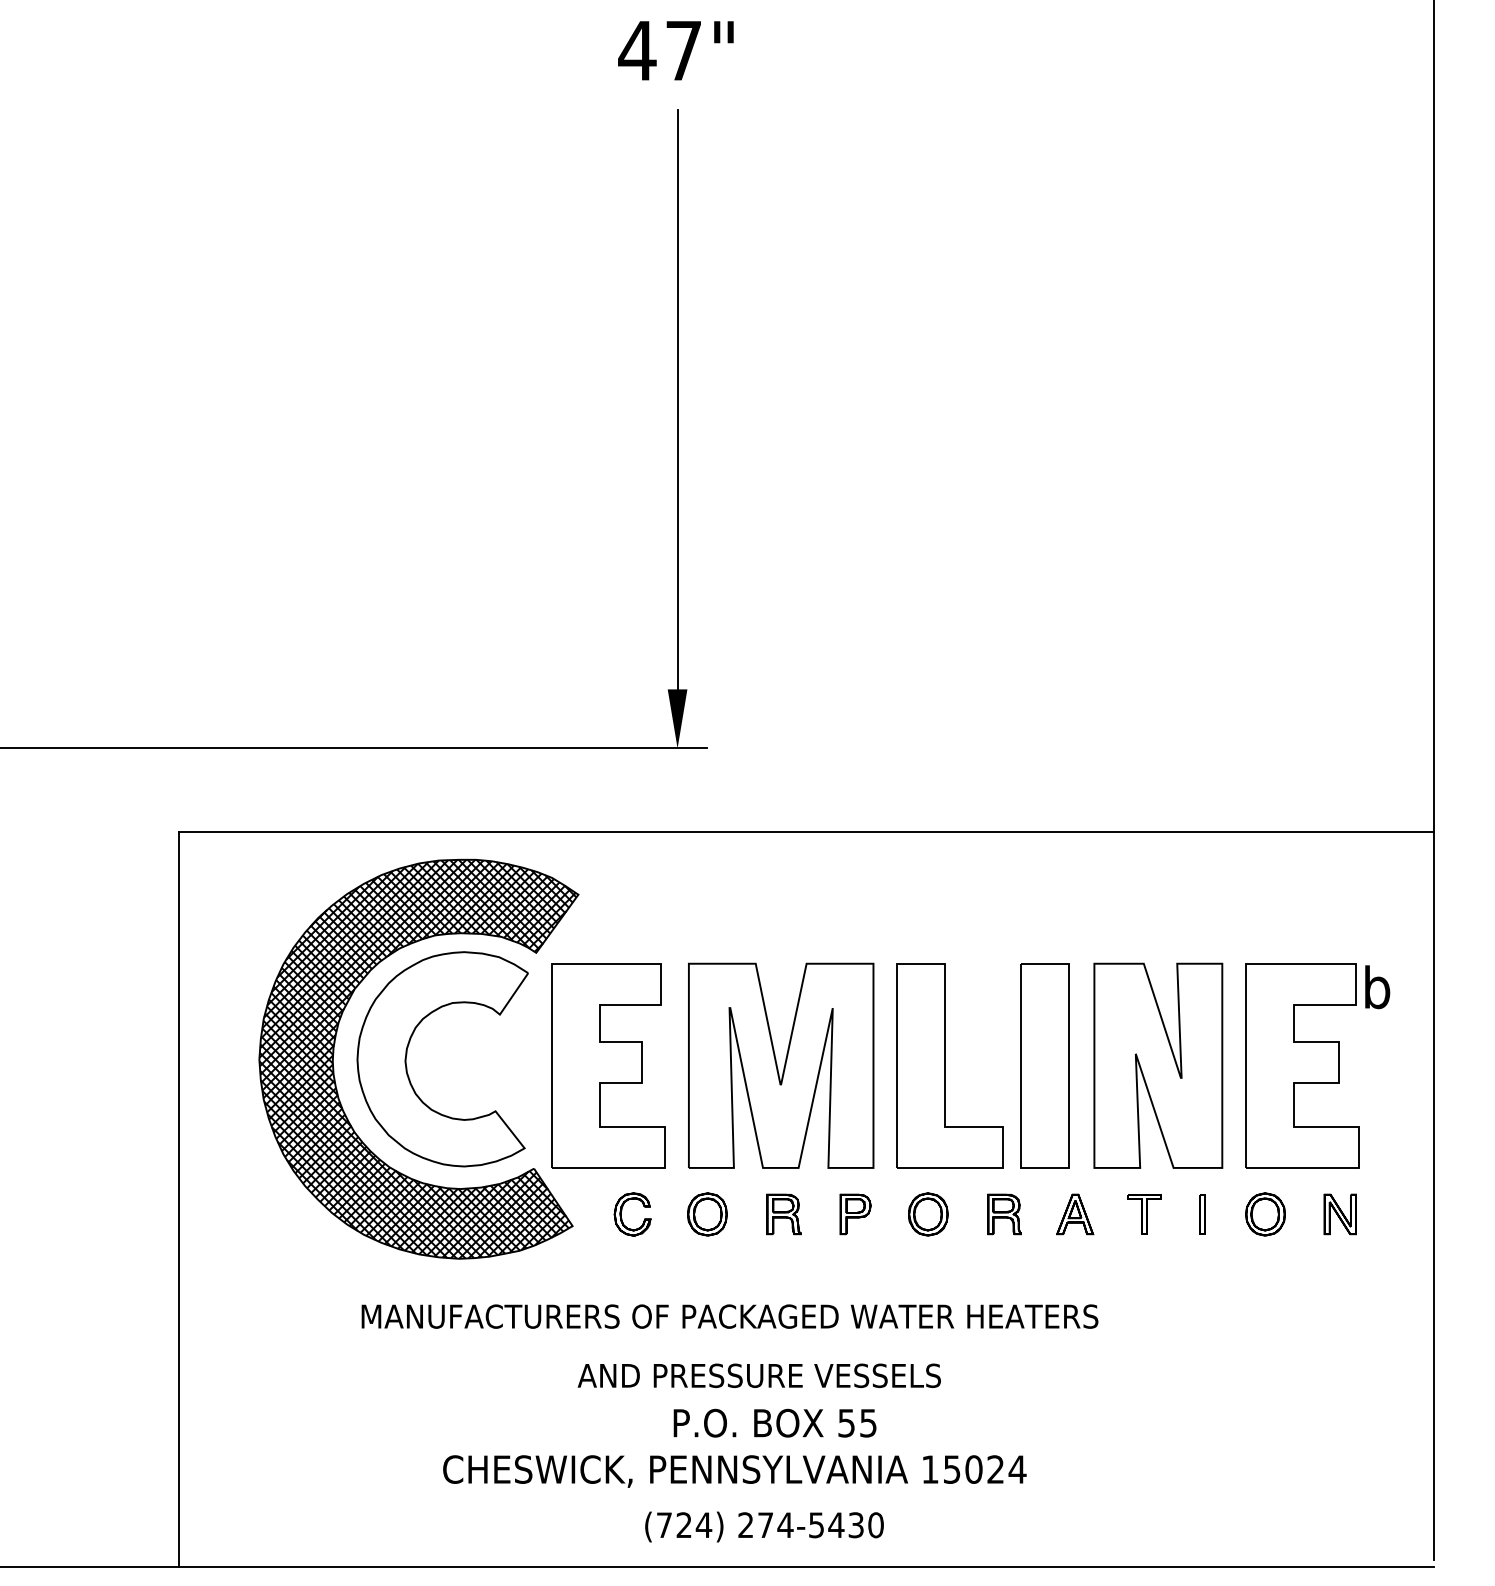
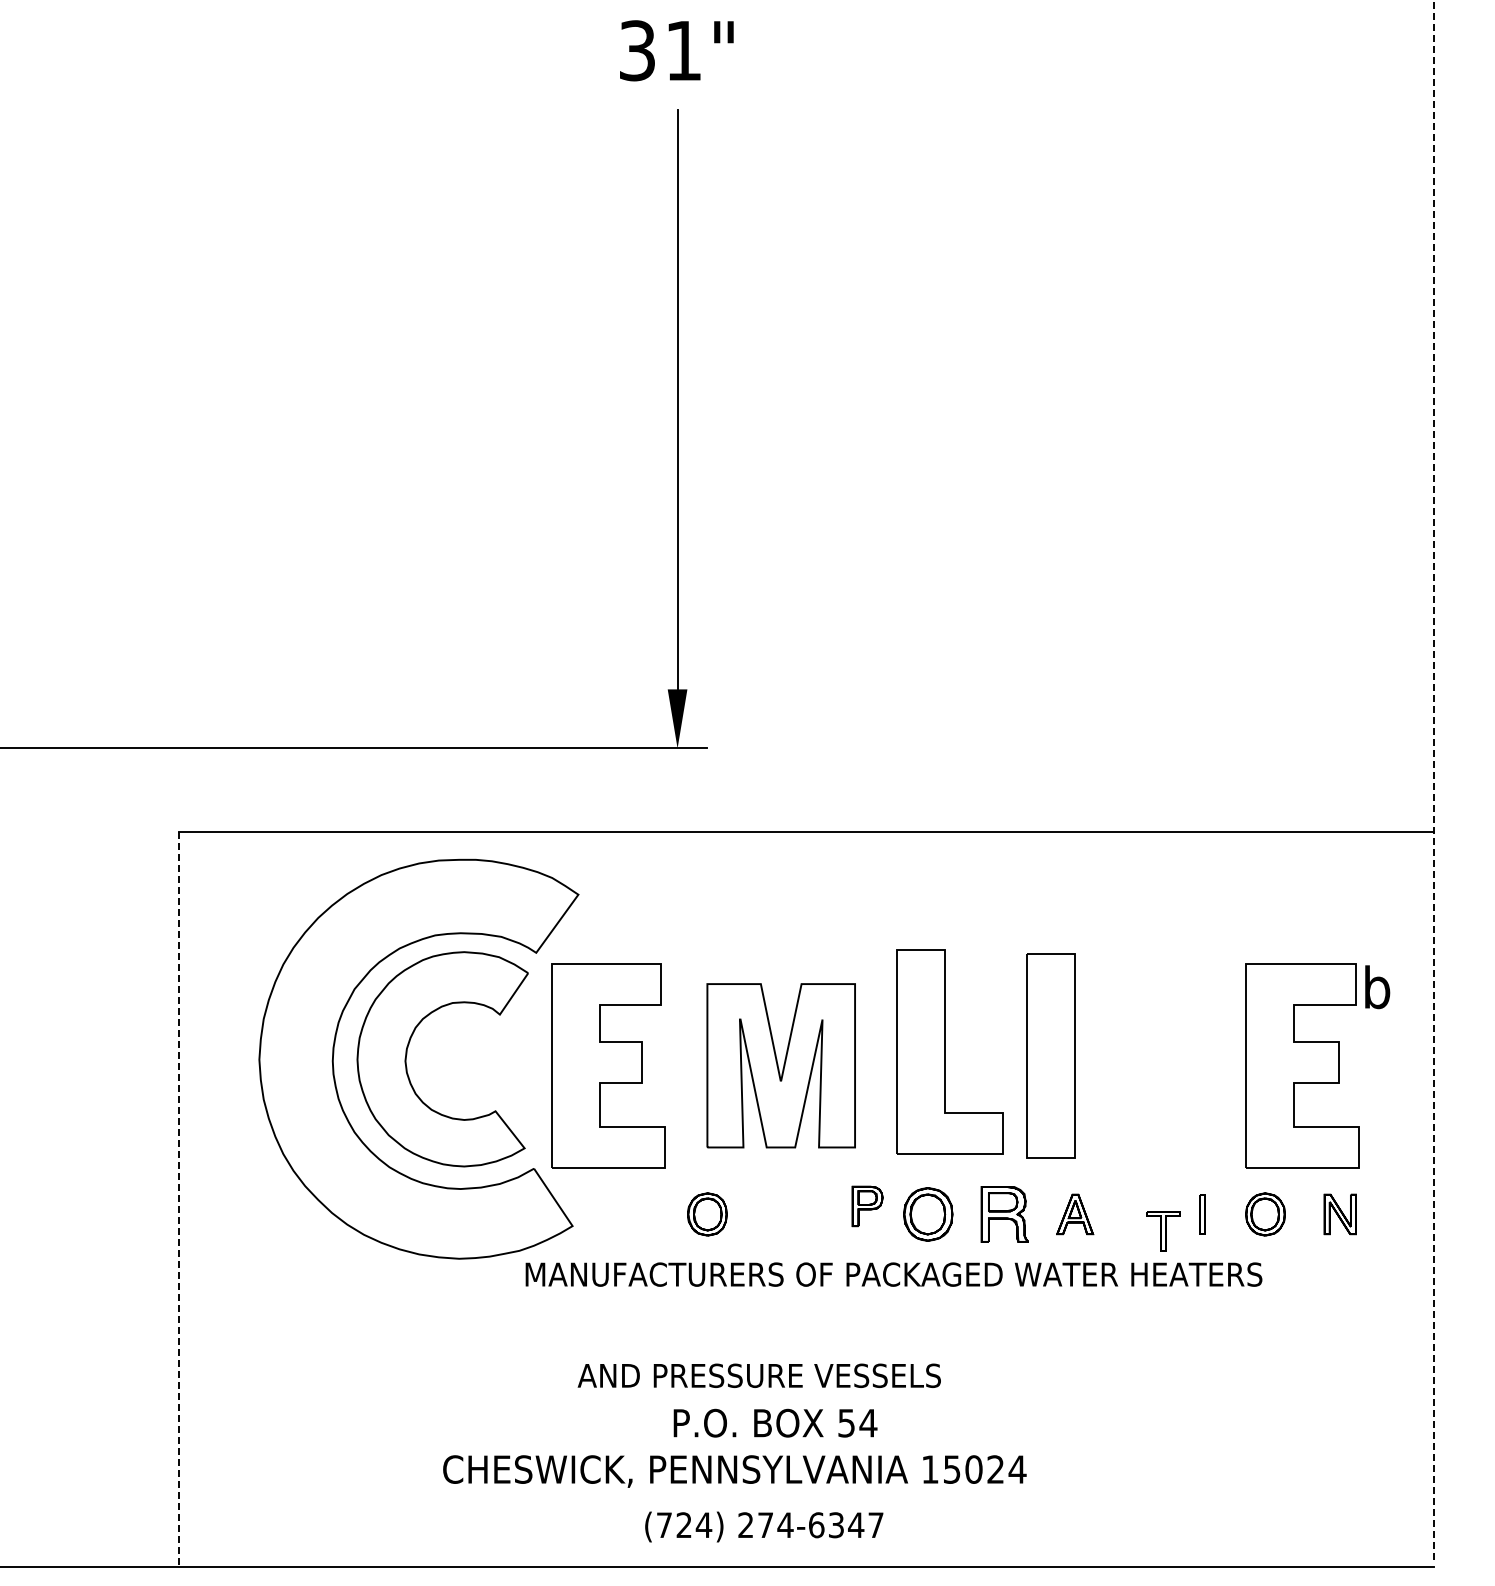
text at (659, 50): 47" -> 31"
line at (1433, 779): solid -> dashed
hatch at (417, 1058): present -> none
part at (781, 1065) size: 187x207 px -> 150x166 px
part at (949, 1065) position: (949, 1065) -> (949, 1051)
part at (1044, 1065) position: (1044, 1065) -> (1050, 1055)
part at (1158, 1065): present -> none
line at (178, 1199): solid -> dashed
part at (622, 1210): present -> none
part at (783, 1214): present -> none
part at (855, 1214) position: (855, 1214) -> (867, 1206)
part at (928, 1214) size: 41x45 px -> 51x55 px
part at (1004, 1214) size: 35x43 px -> 49x57 px
part at (1144, 1214) position: (1144, 1214) -> (1163, 1231)
text at (729, 1316) position: (729, 1316) -> (893, 1274)
text at (868, 1423): 55 -> 54
text at (846, 1525): 274-5430 -> 274-6347
